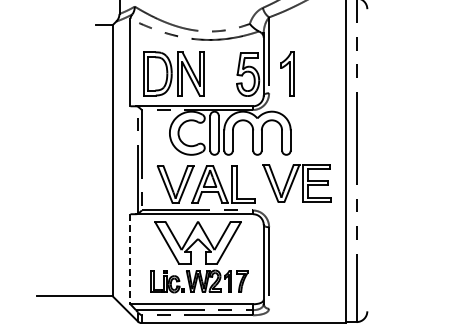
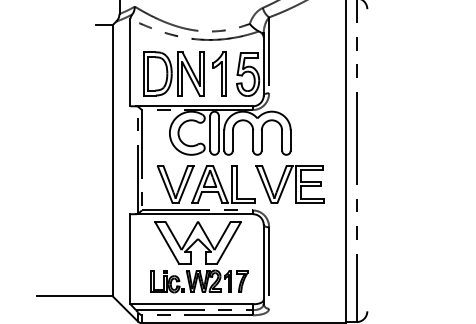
part at (287, 73) position: (287, 73) -> (219, 73)
part at (296, 183) position: (296, 183) -> (289, 184)
line at (130, 259): dashed -> solid
